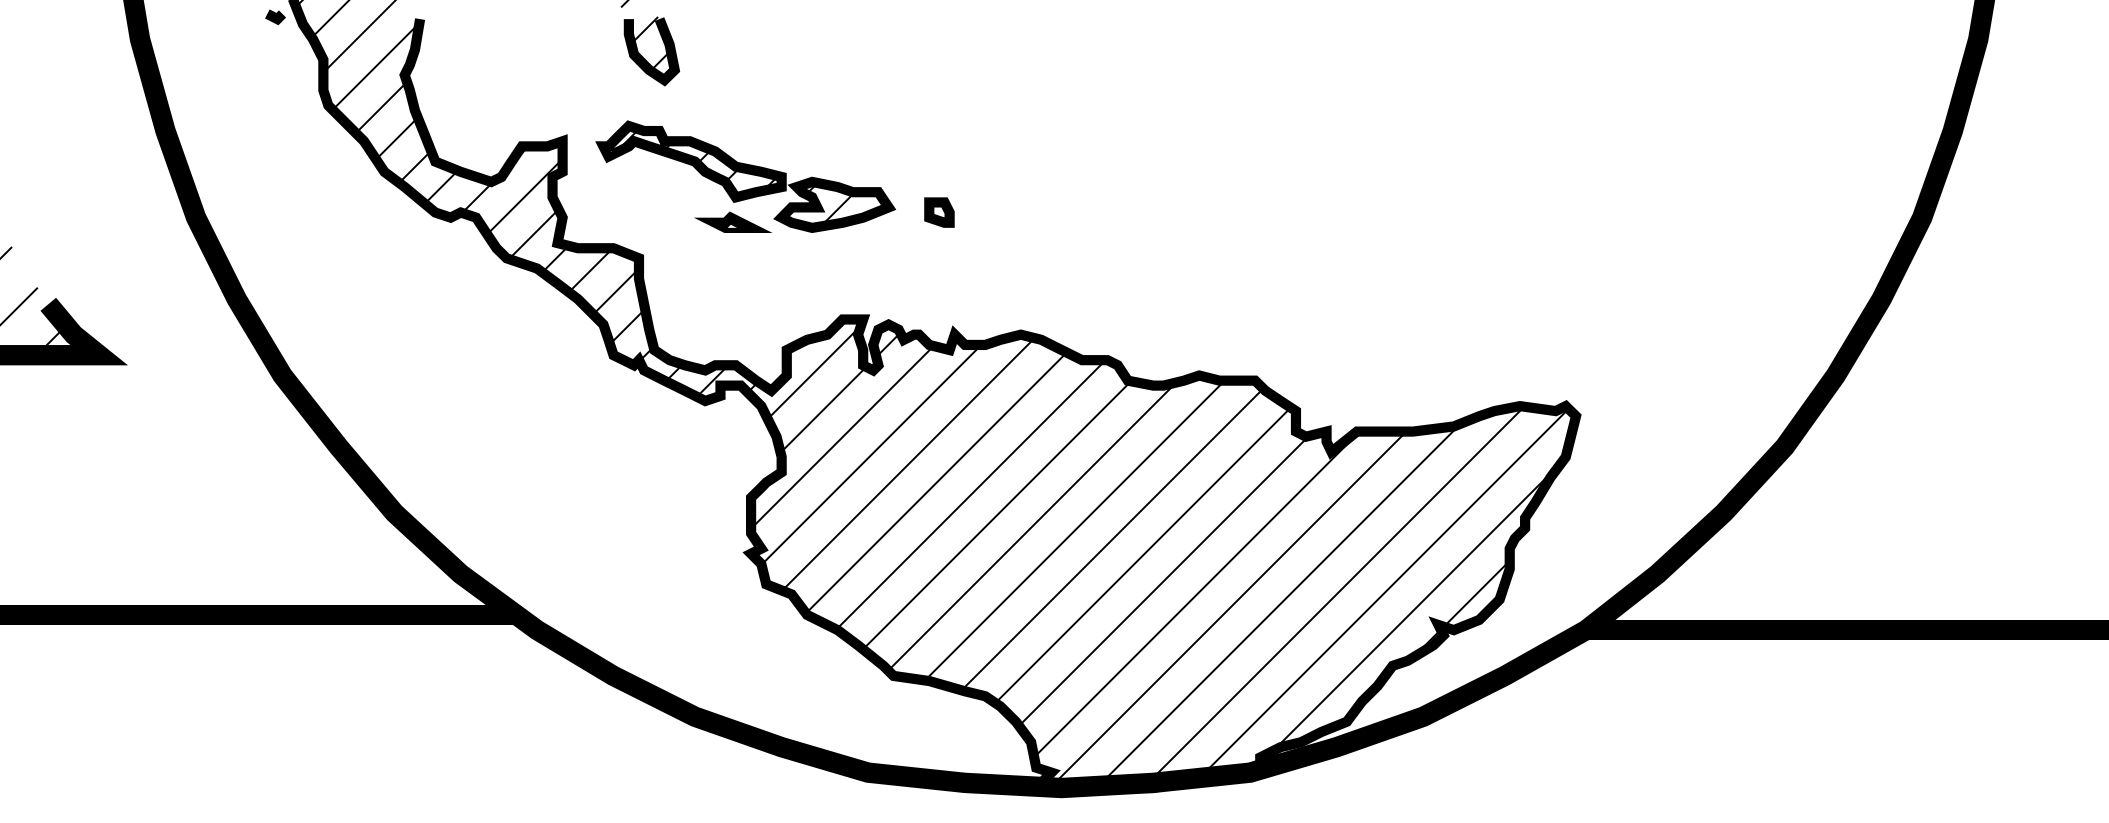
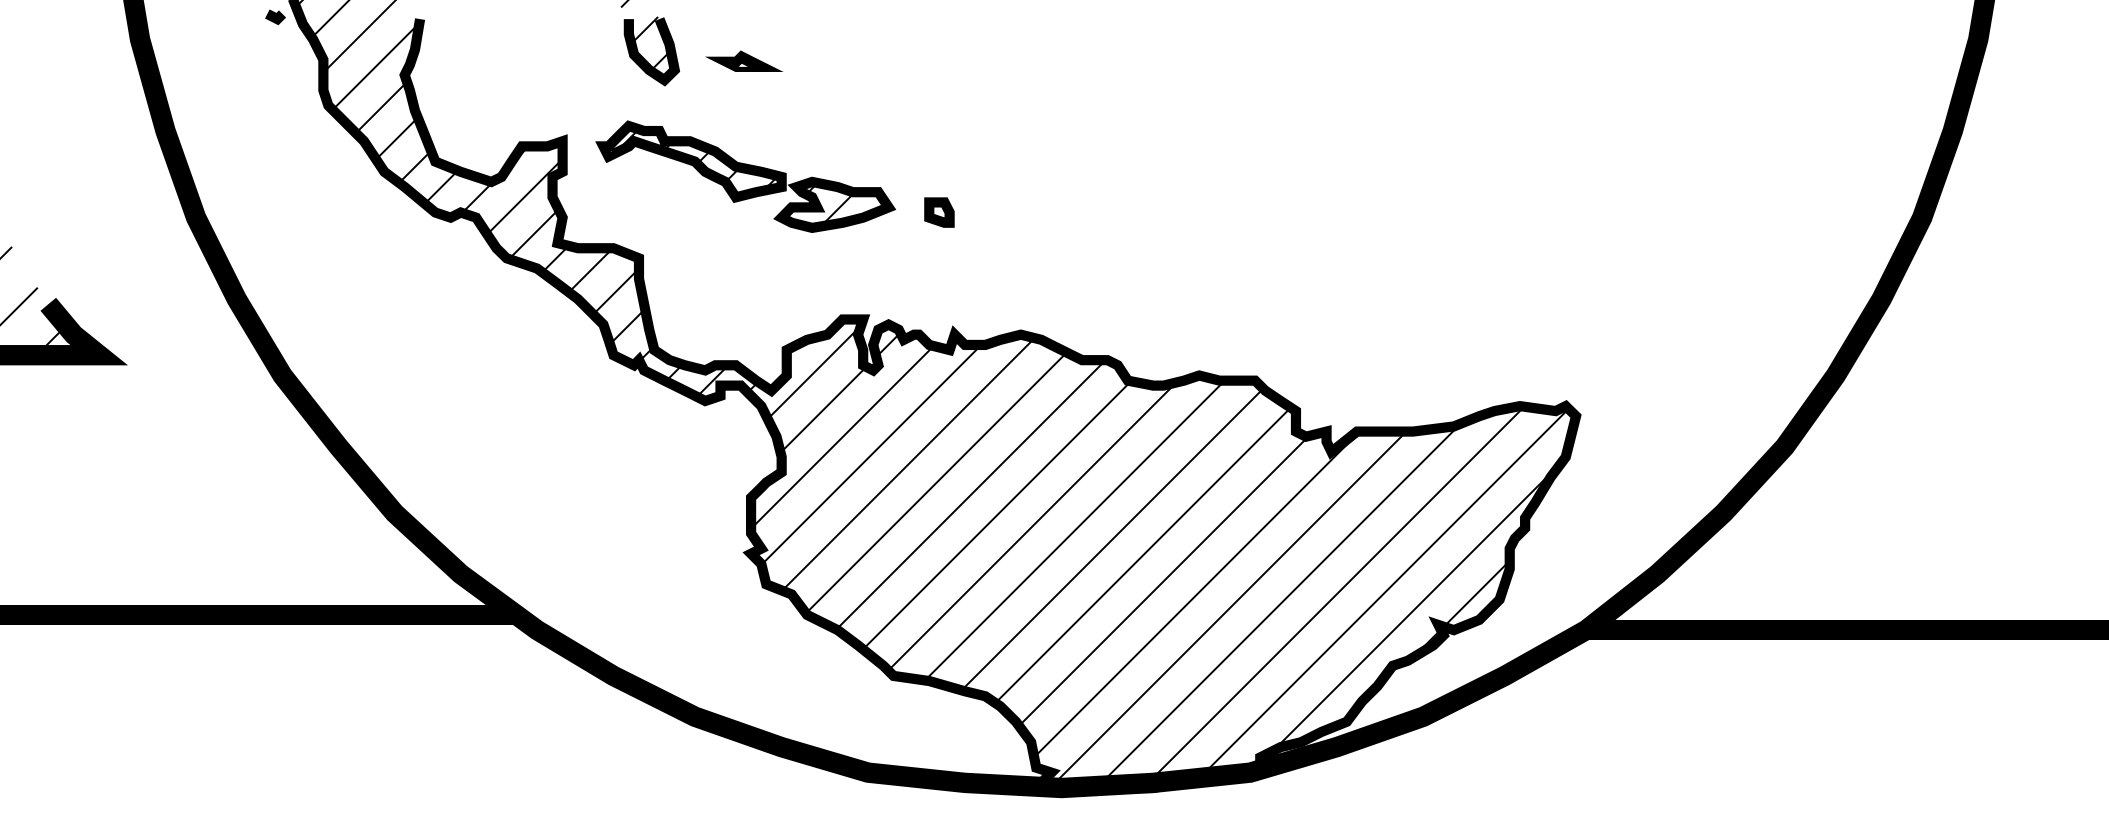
part at (732, 221) position: (732, 221) -> (743, 60)
